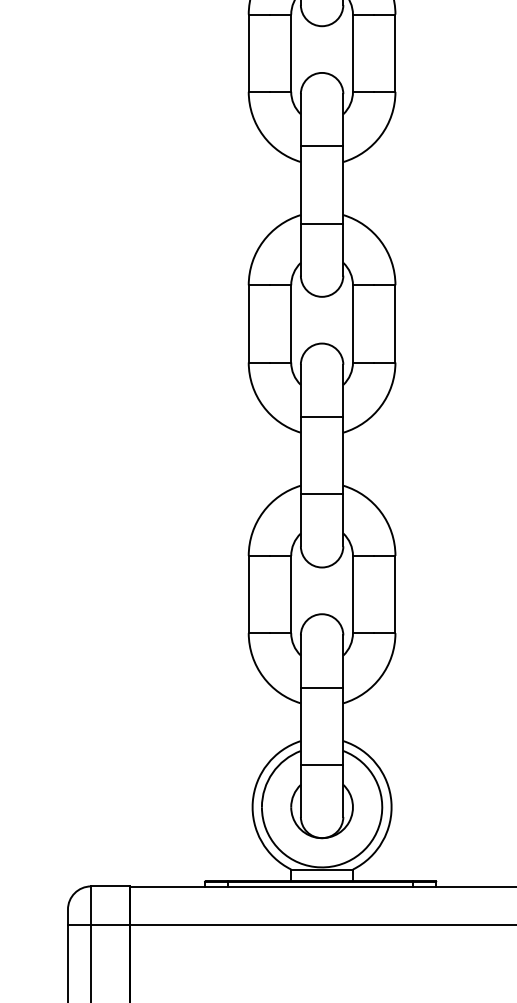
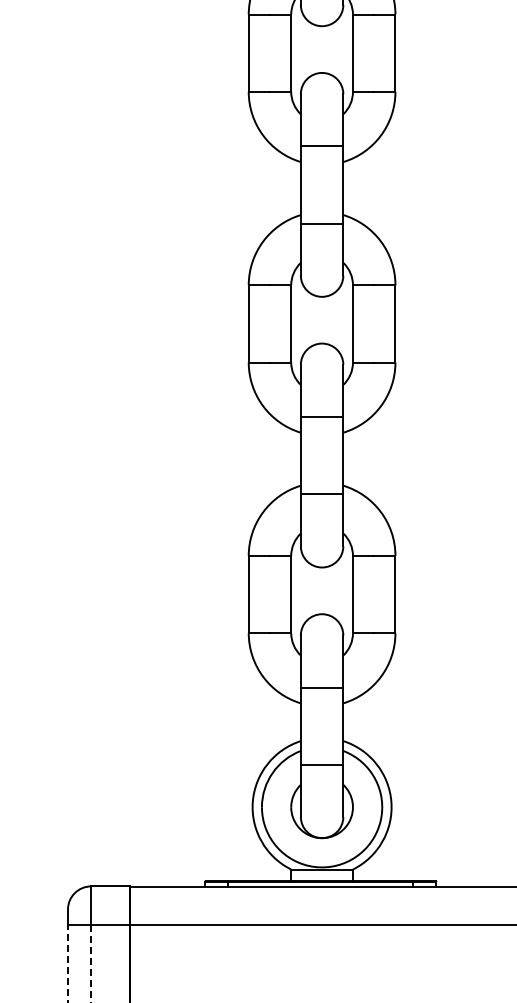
line at (91, 963): solid -> dashed
line at (67, 964): solid -> dashed
